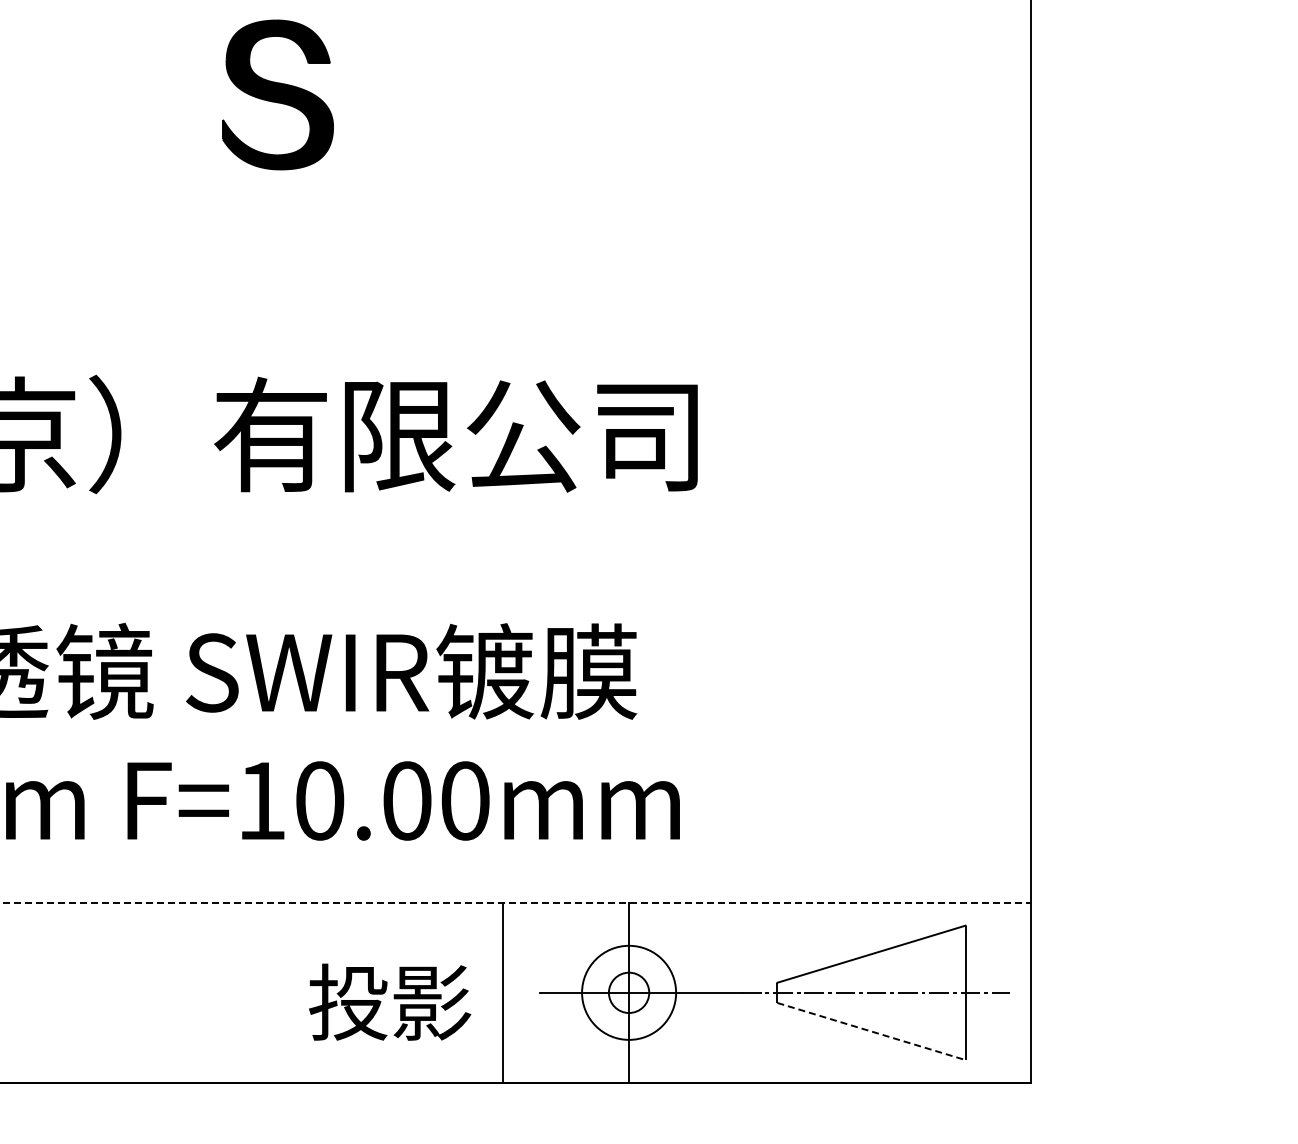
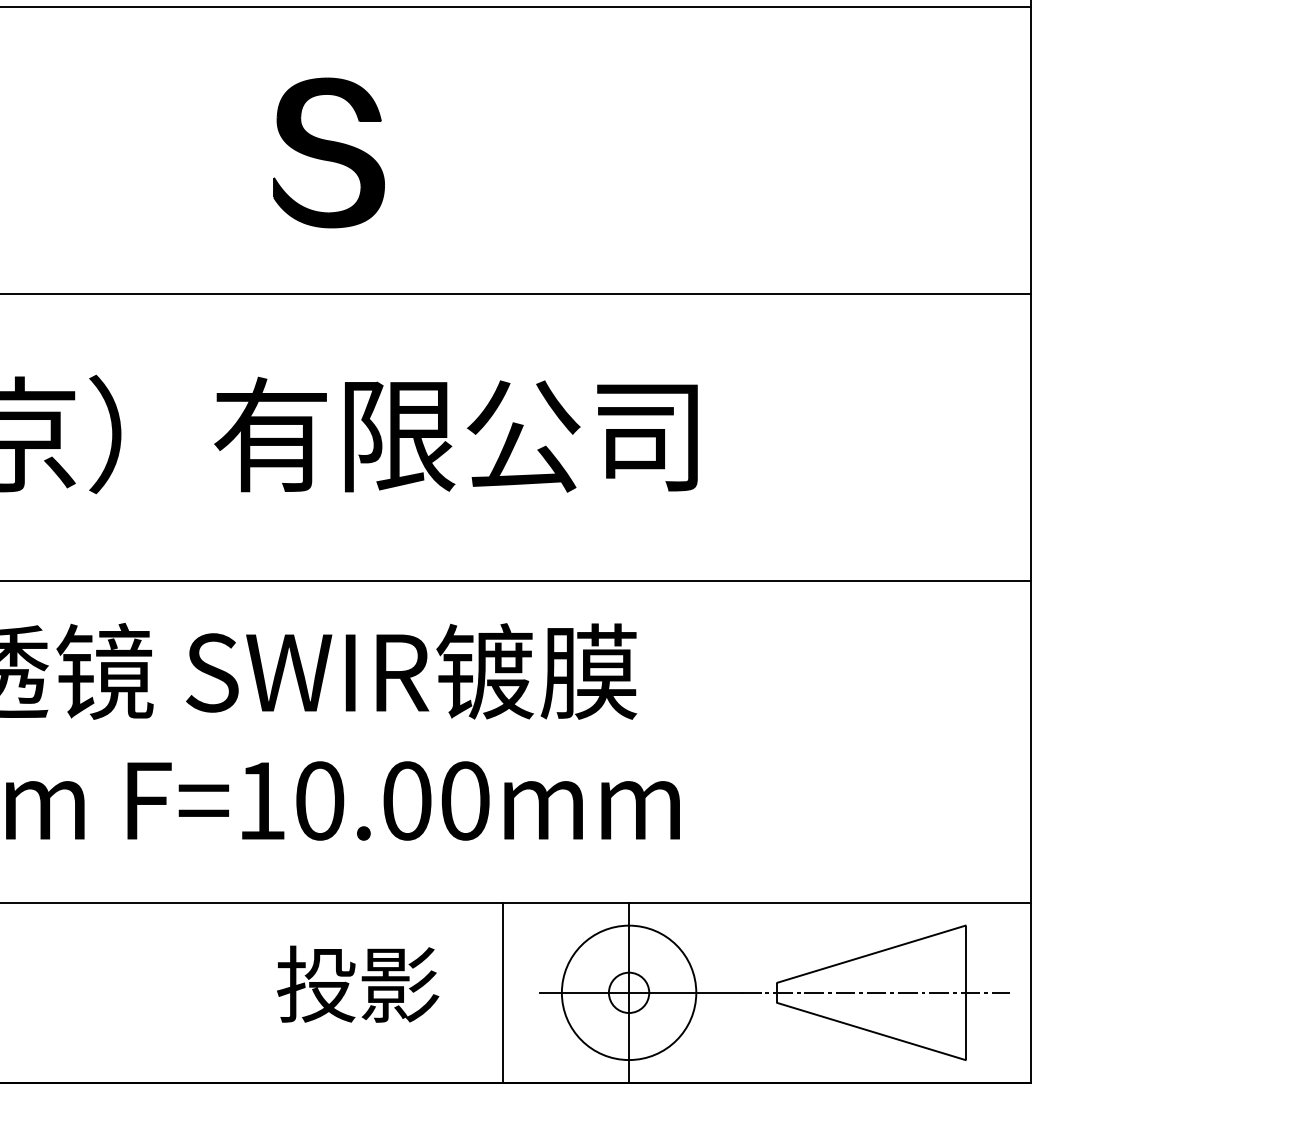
line at (516, 7): none -> present
part at (277, 94) position: (277, 94) -> (328, 152)
line at (516, 293): none -> present
line at (516, 580): none -> present
line at (516, 903): dashed -> solid
circle at (629, 992) diameter: 94 px -> 134 px
text at (390, 1001) position: (390, 1001) -> (358, 983)
line at (871, 1031): dashed -> solid
